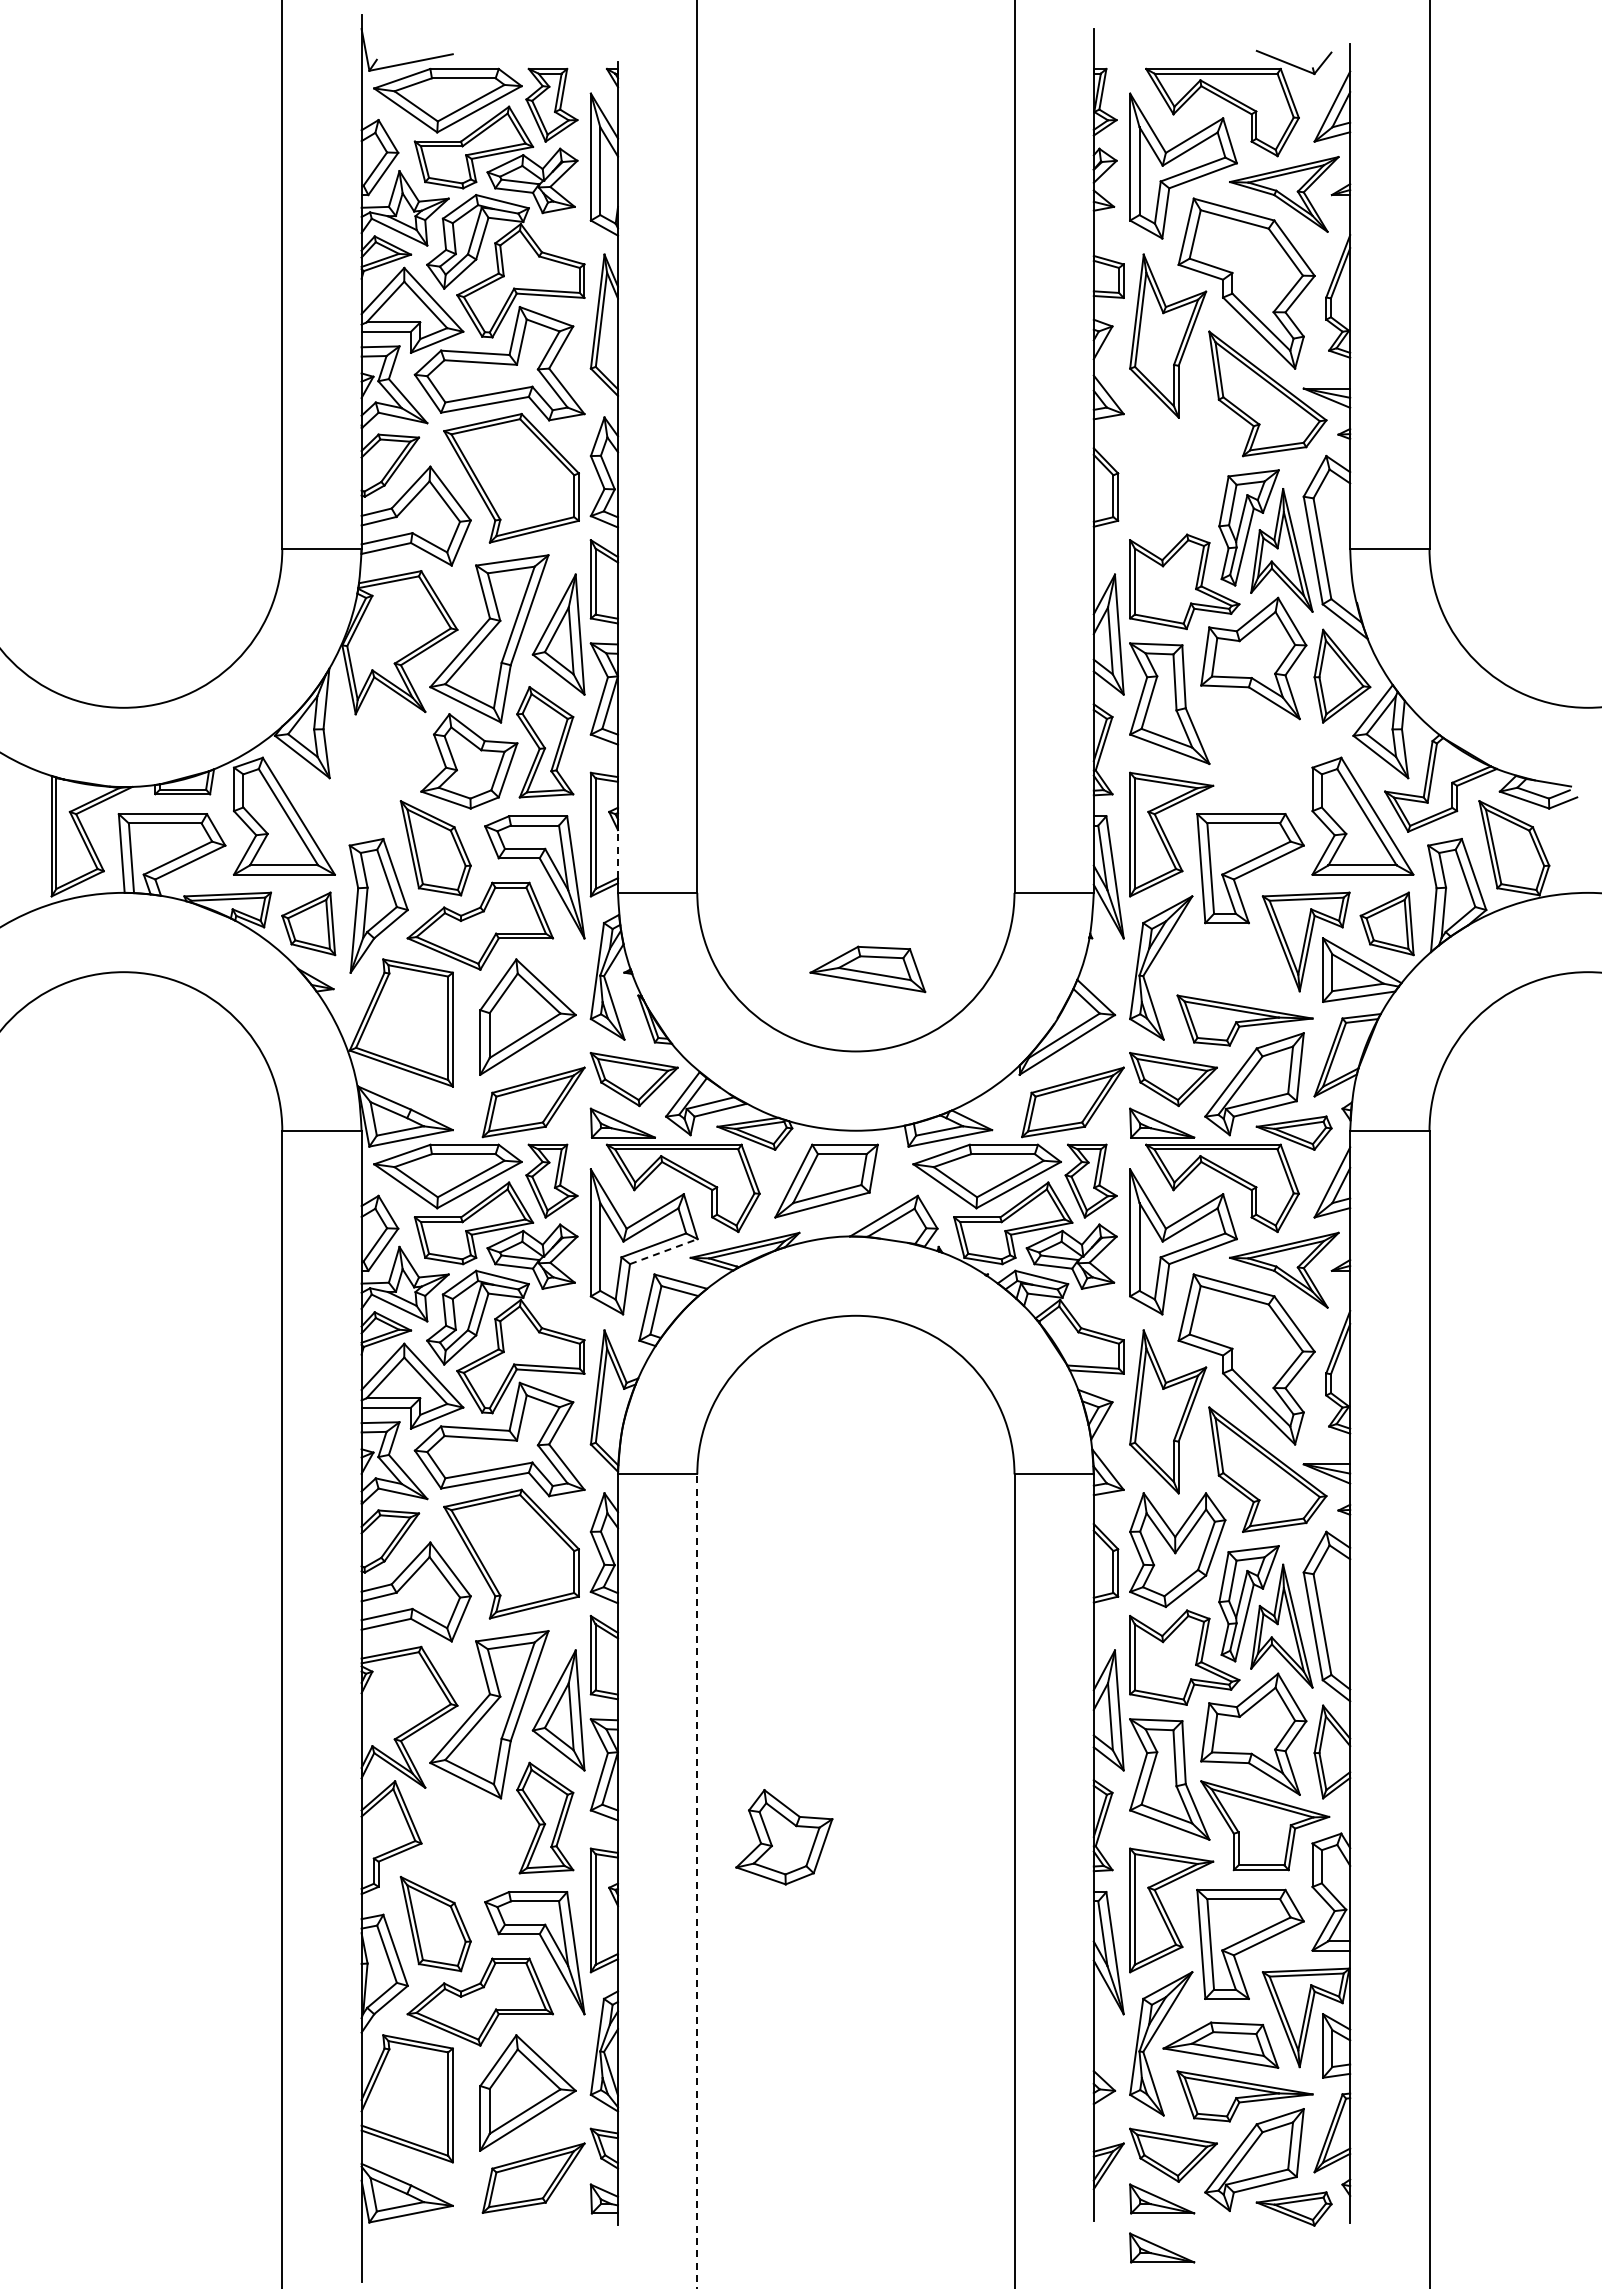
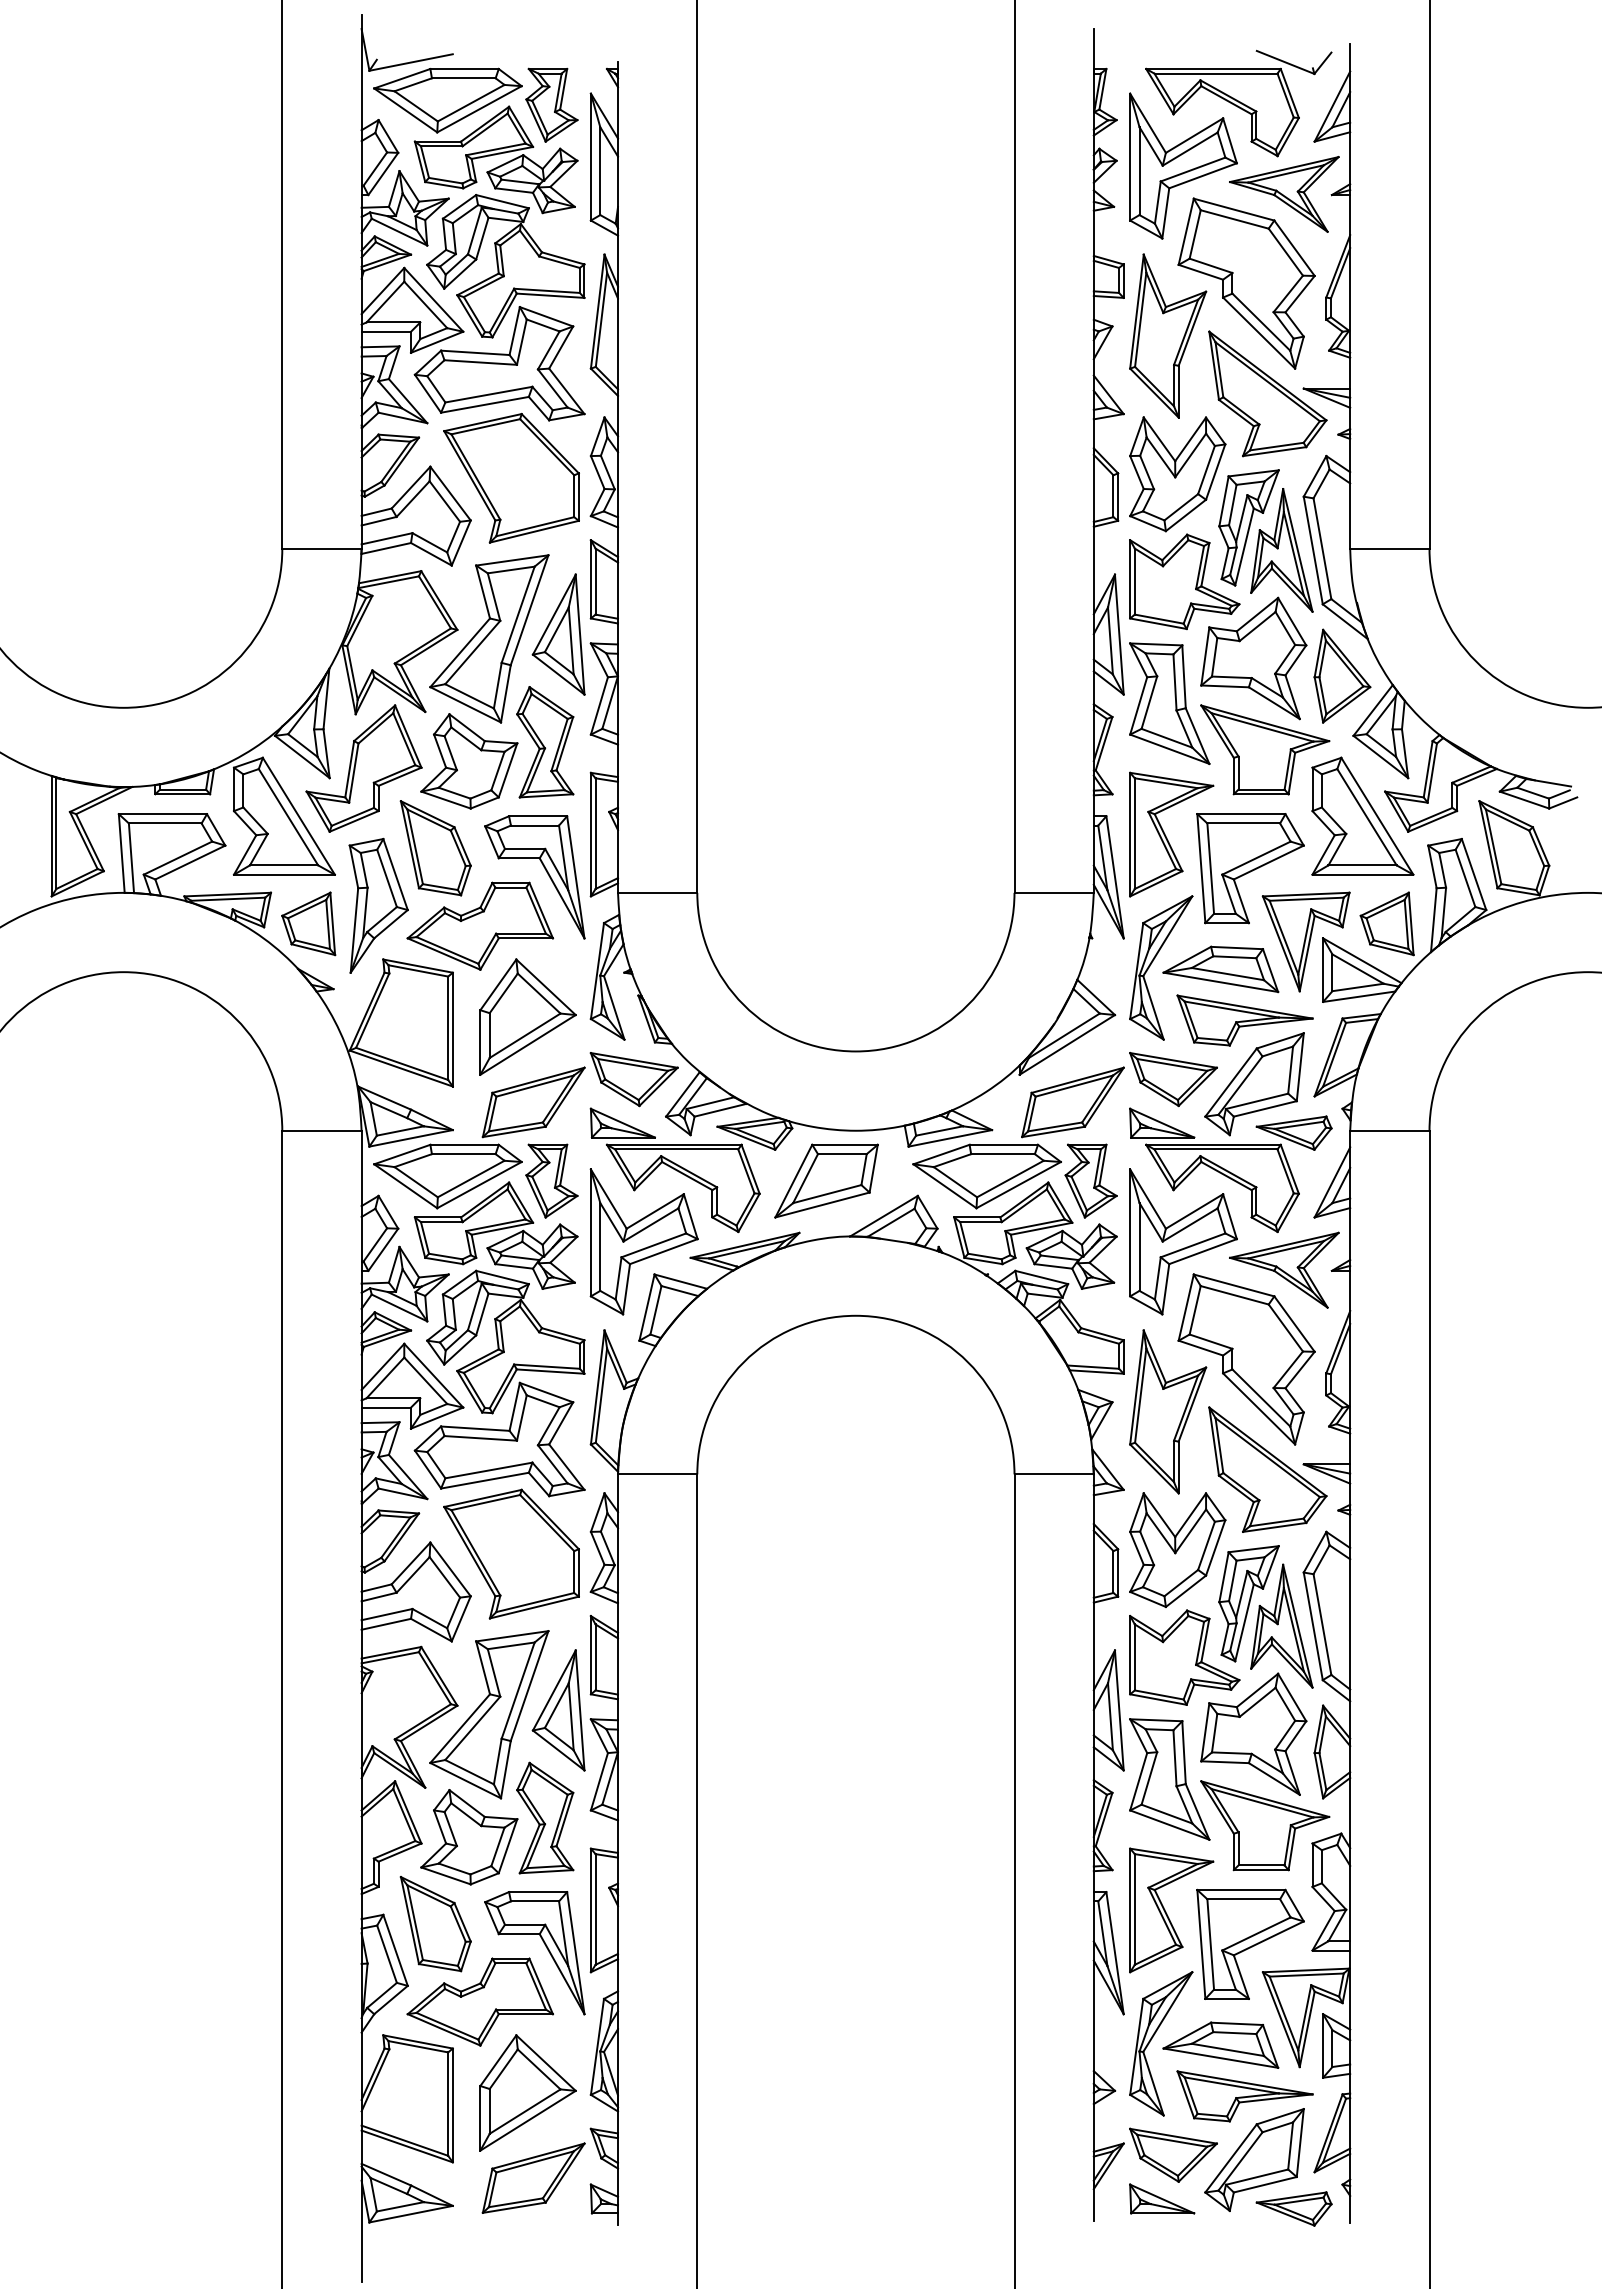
part at (1177, 474): none -> present
part at (1265, 749): none -> present
part at (363, 768): none -> present
line at (618, 853): dashed -> solid
part at (867, 969) position: (867, 969) -> (1220, 969)
line at (664, 1251): dashed -> solid
part at (784, 1837) position: (784, 1837) -> (469, 1837)
line at (697, 1881): dashed -> solid
part at (1162, 2247): present -> none
